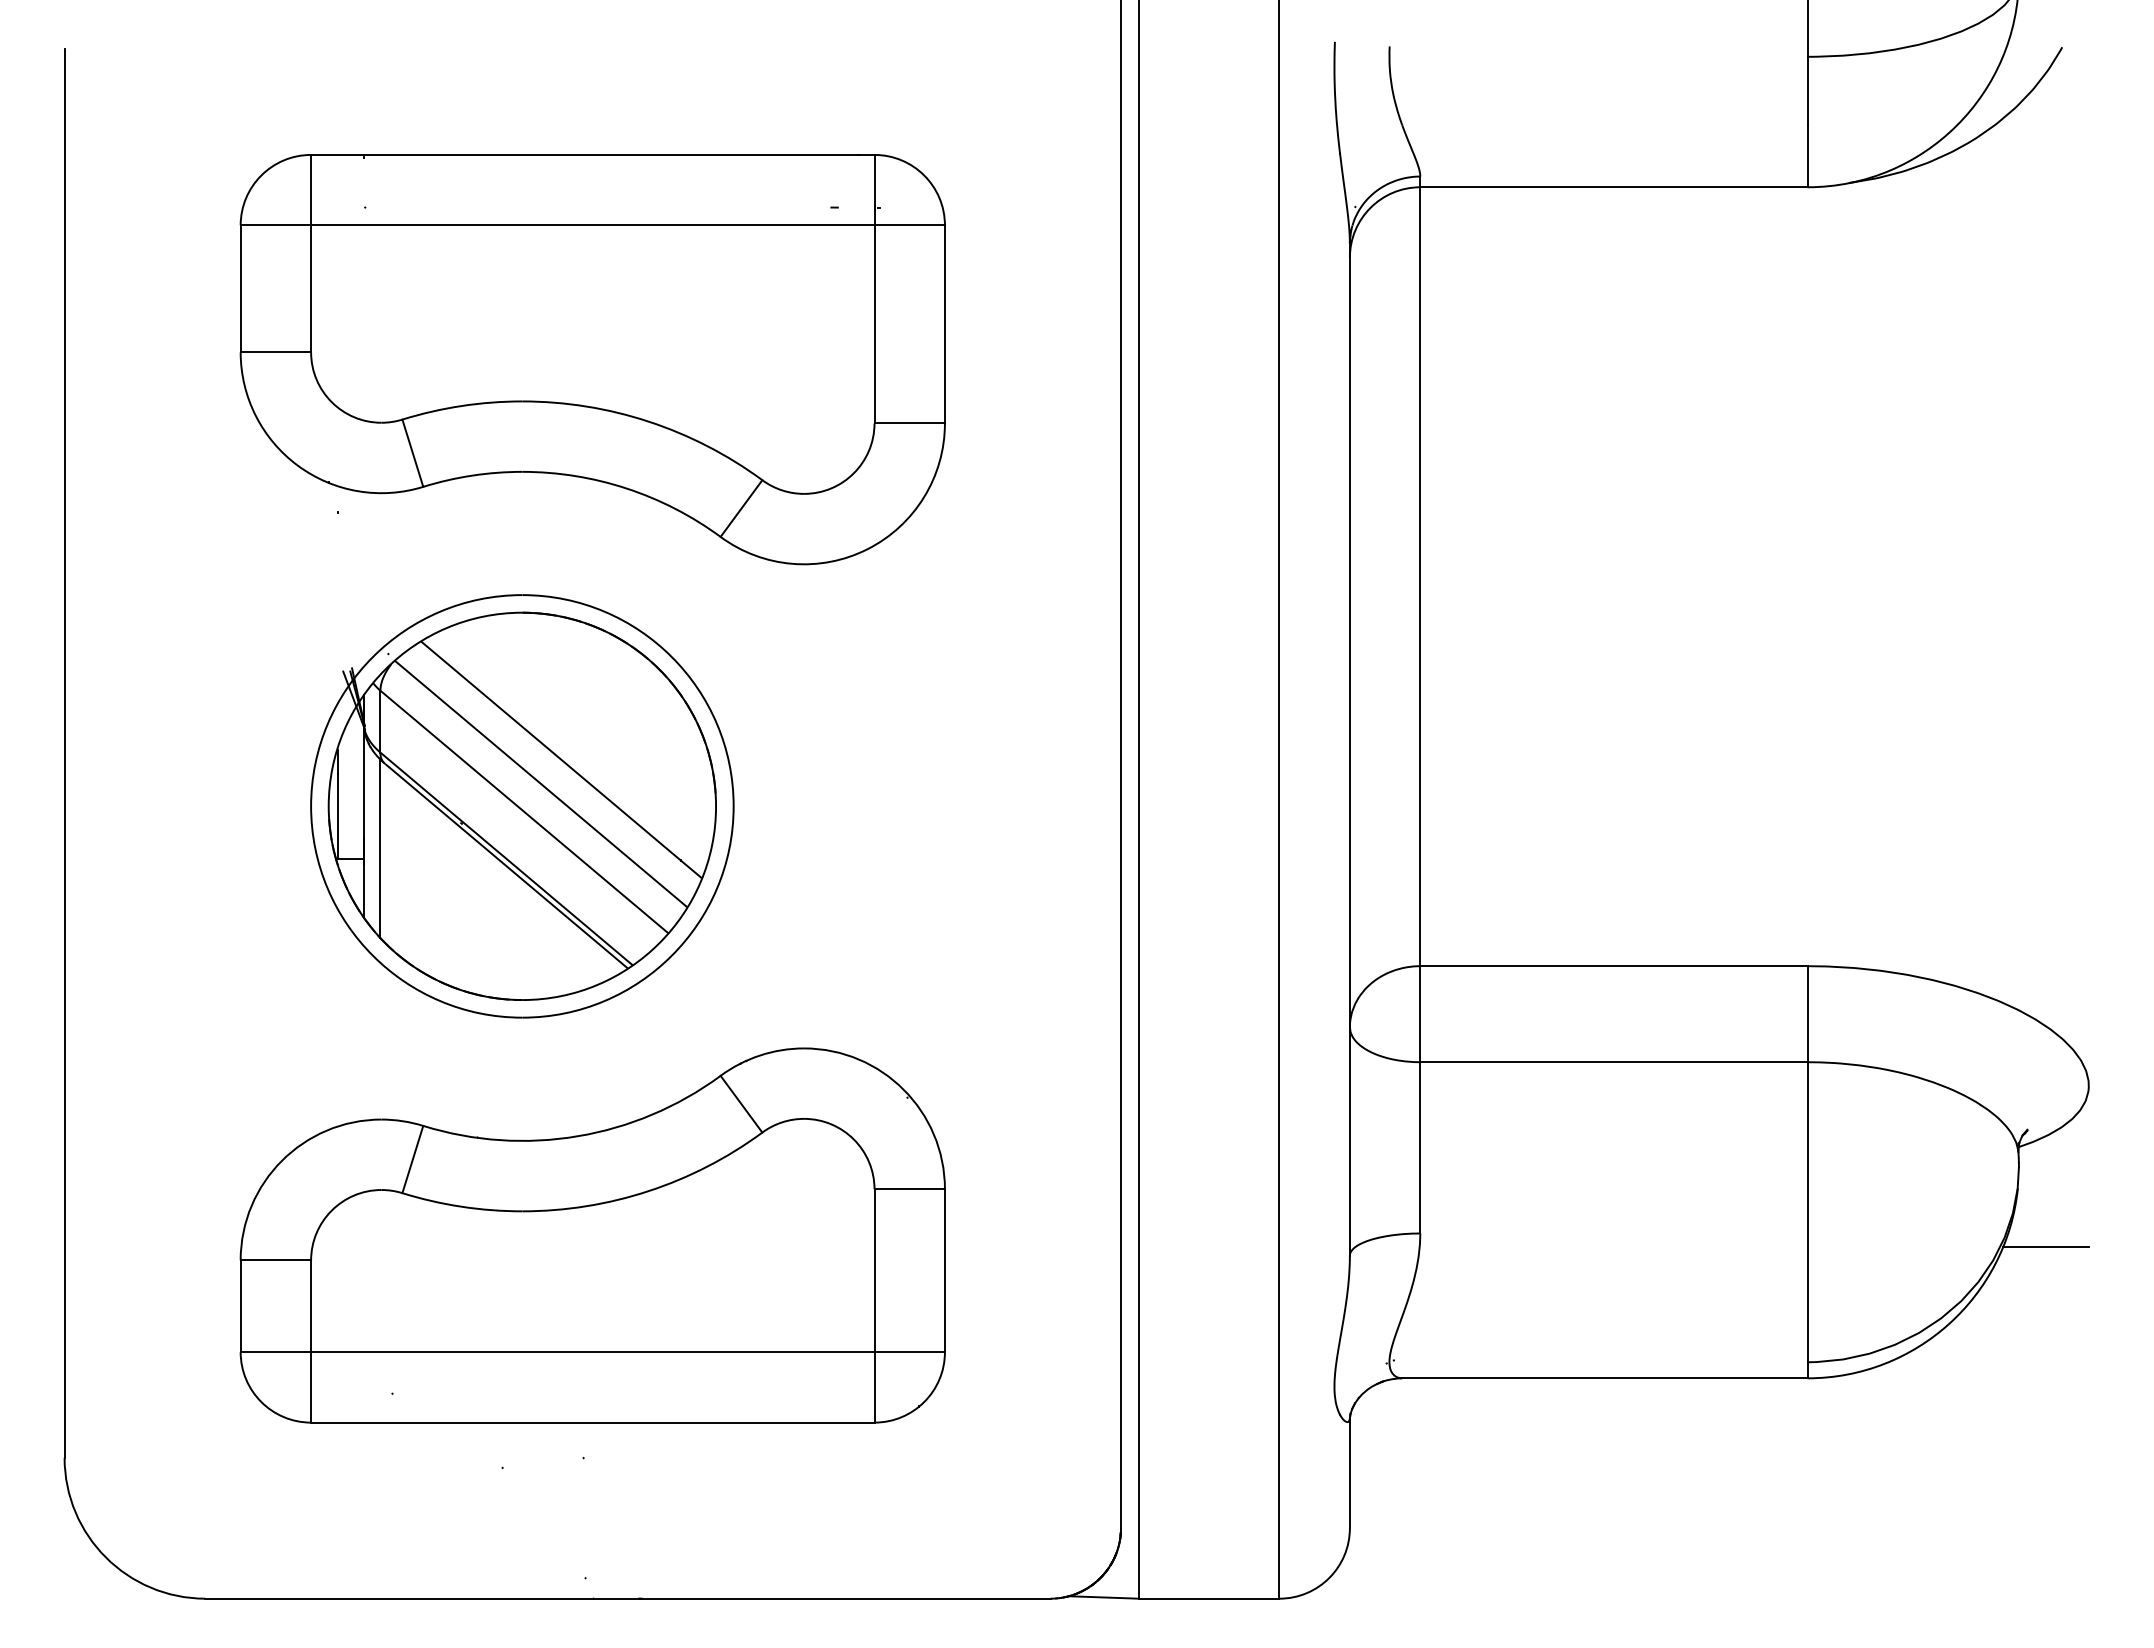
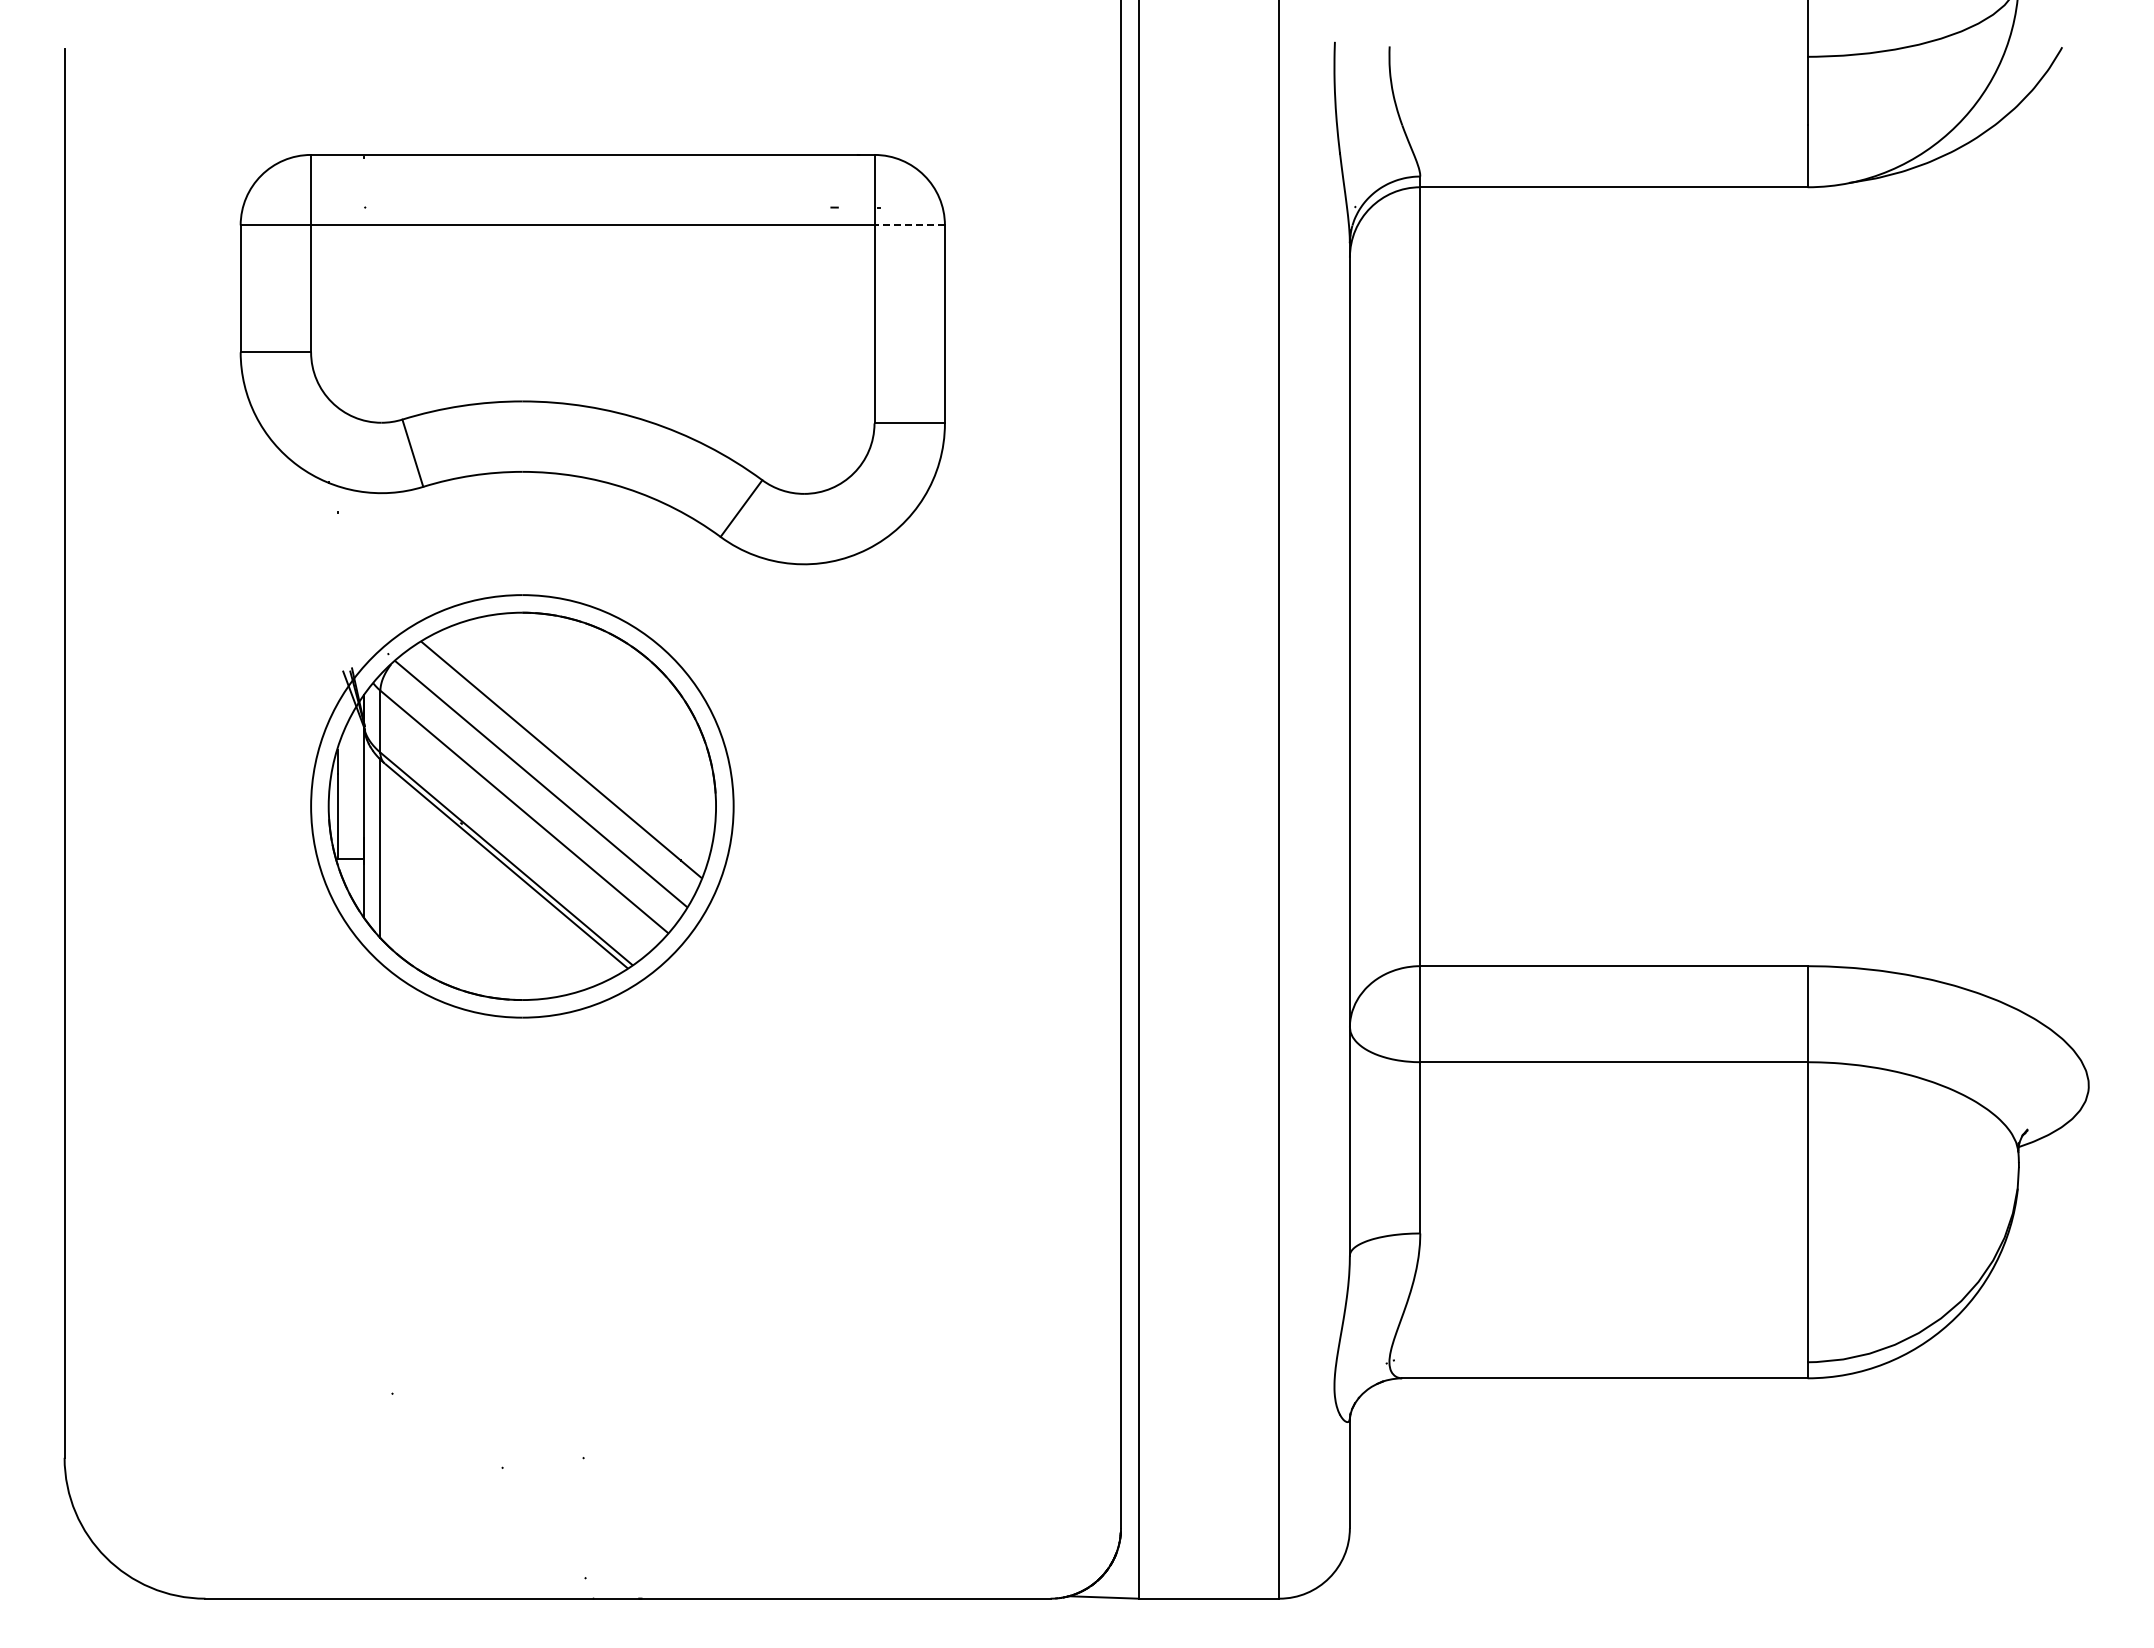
line at (909, 225): solid -> dashed
part at (592, 1235): present -> none
line at (2045, 1246): present -> none
